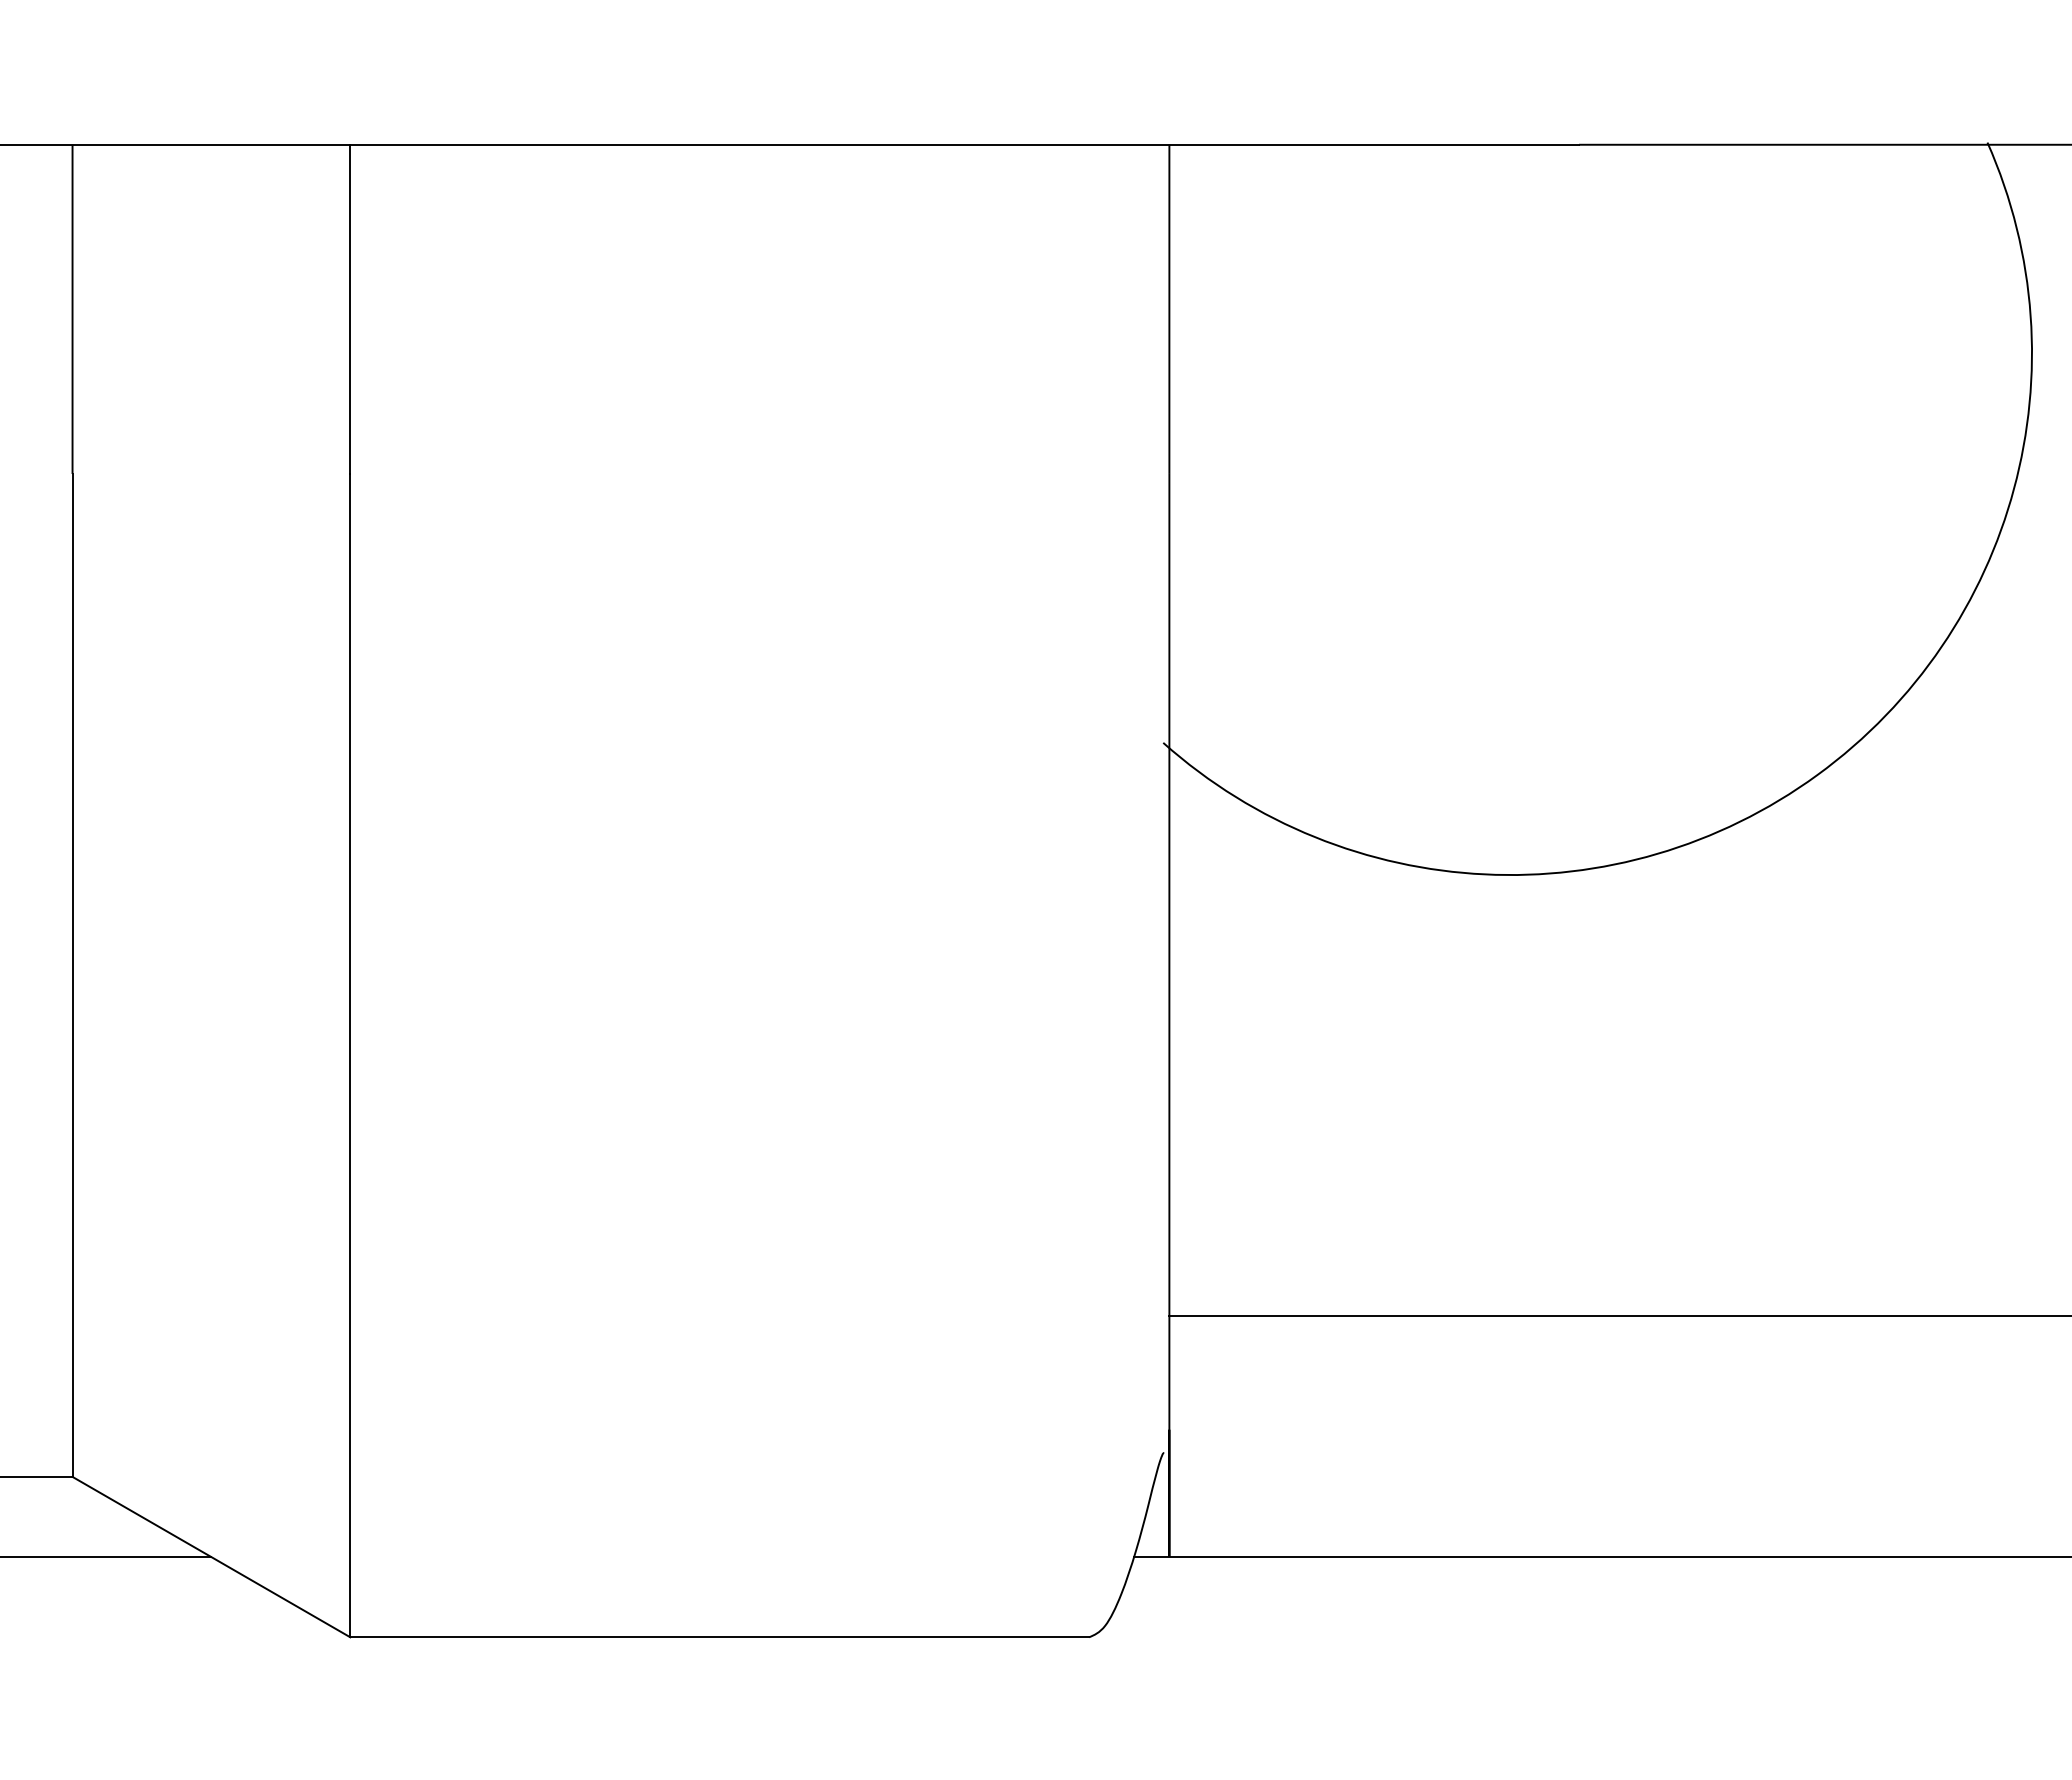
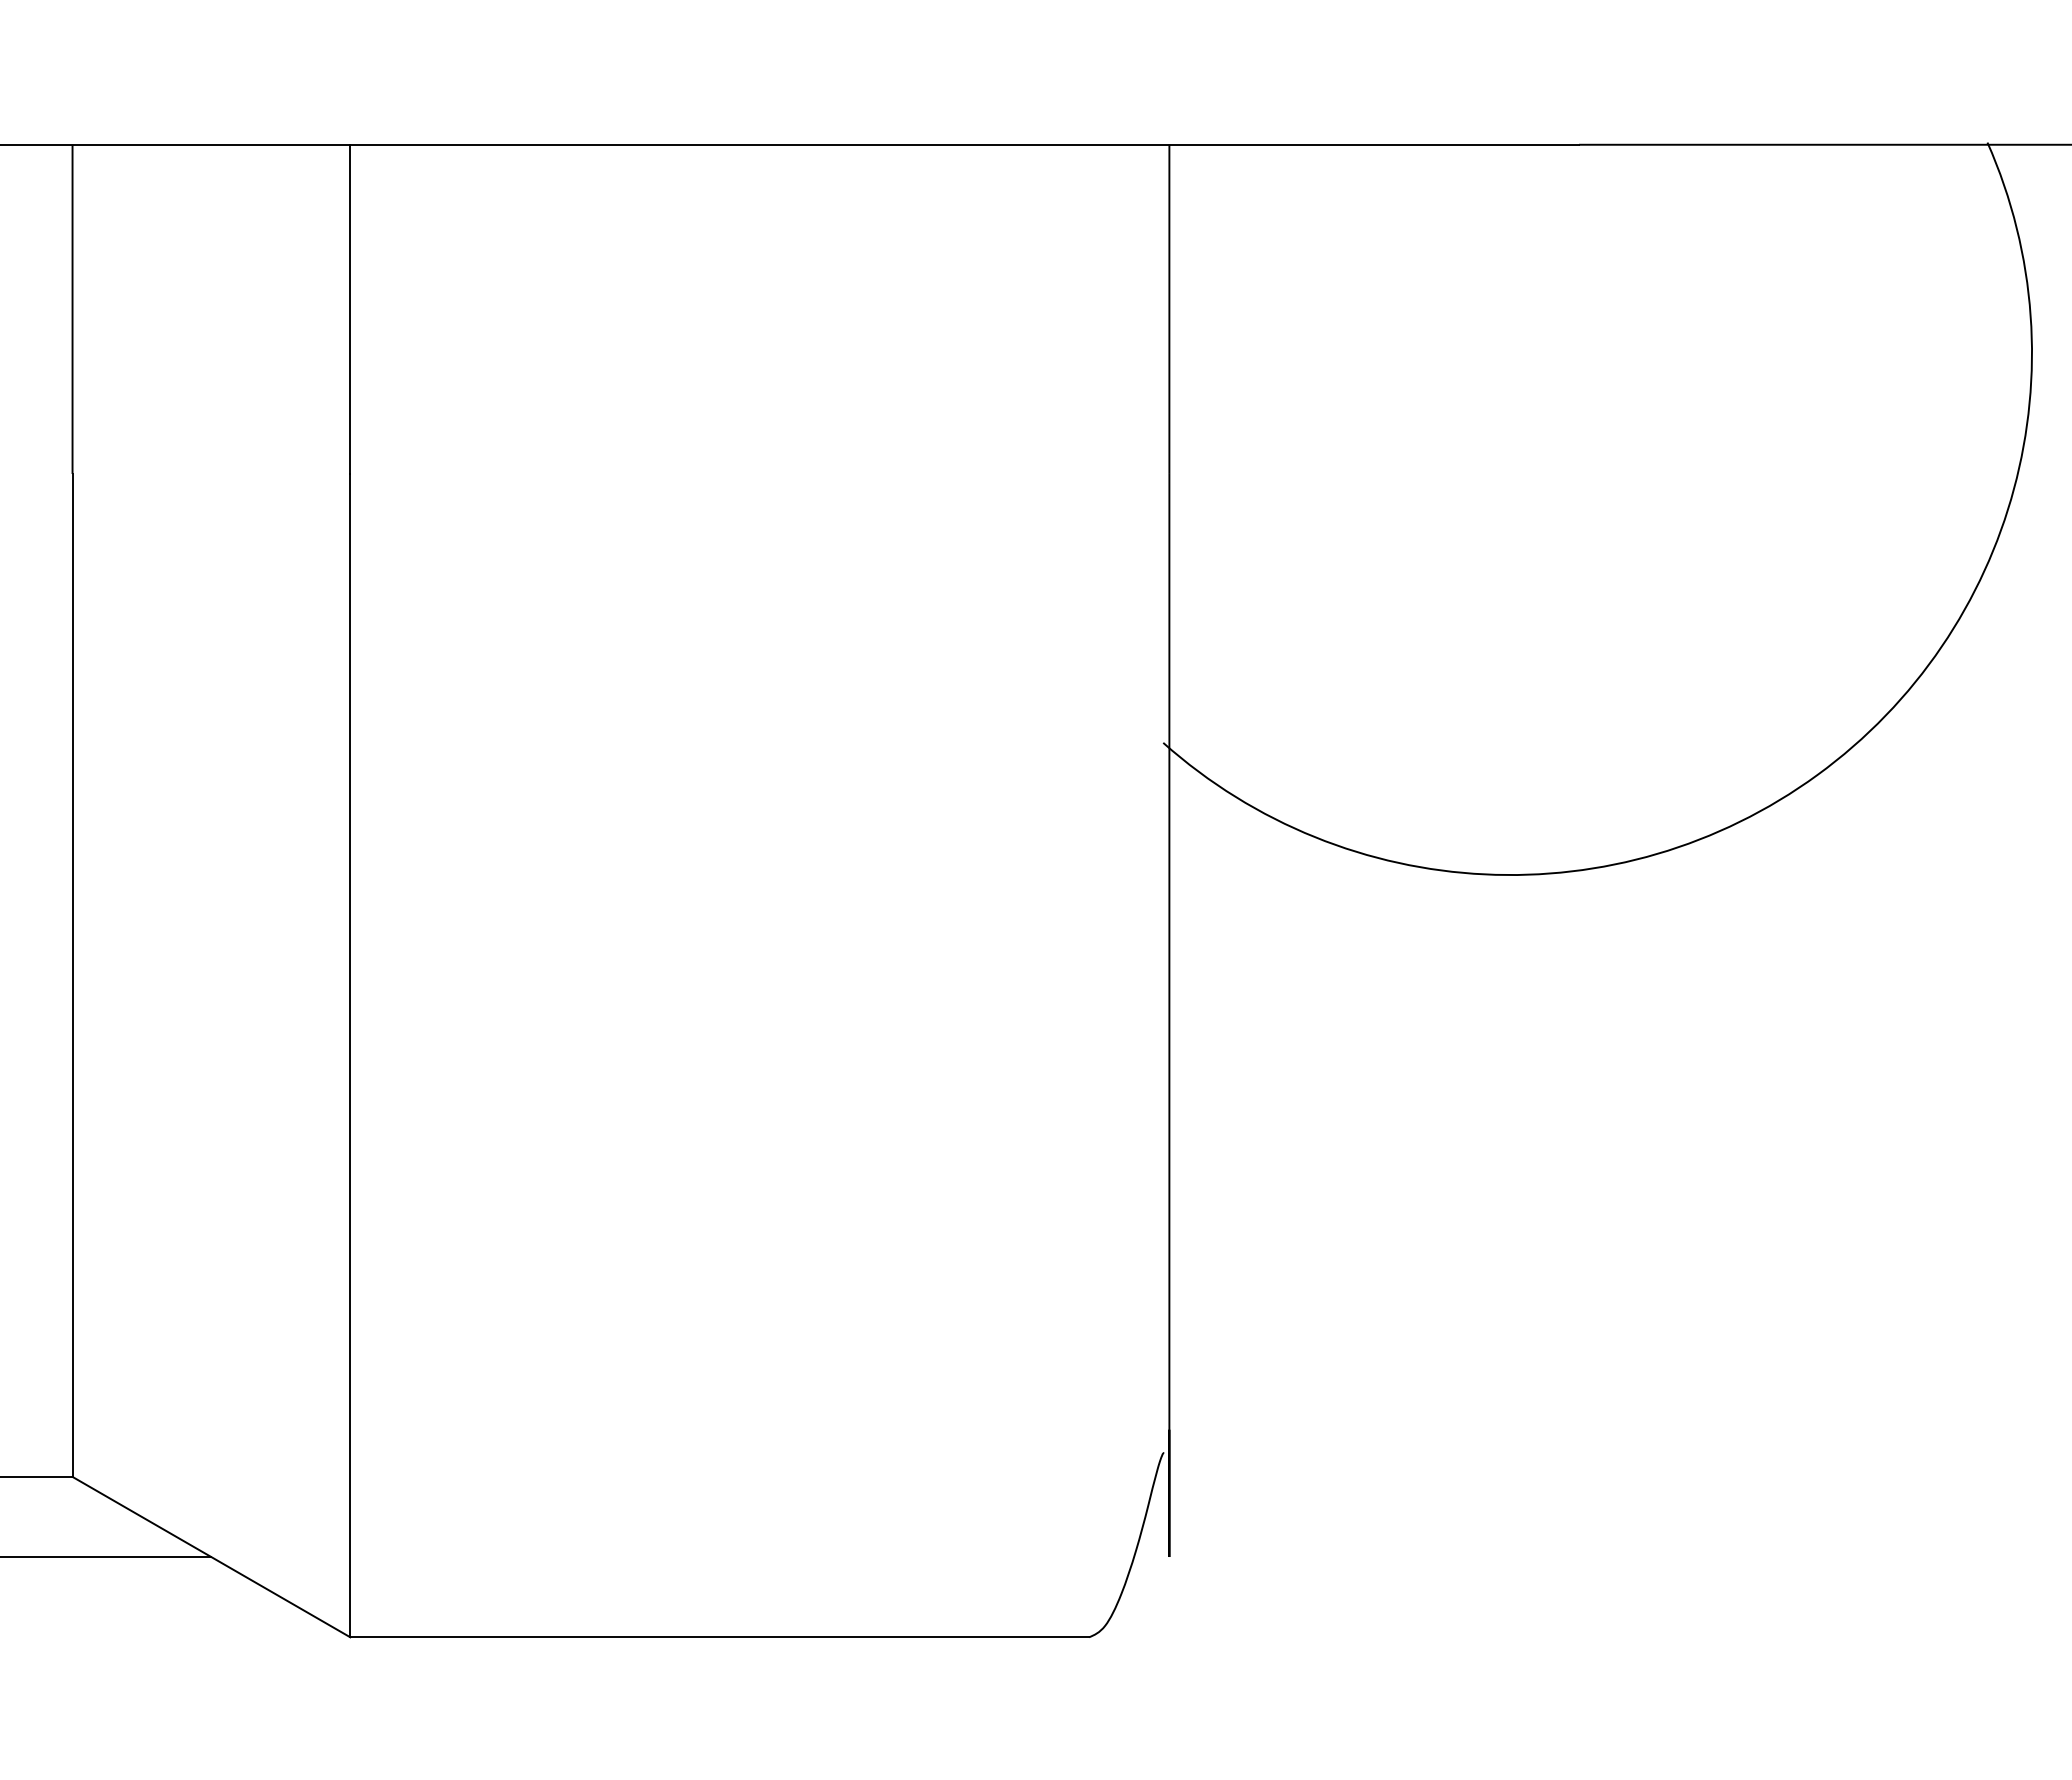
line at (1618, 1316): present -> none
line at (1600, 1557): present -> none
